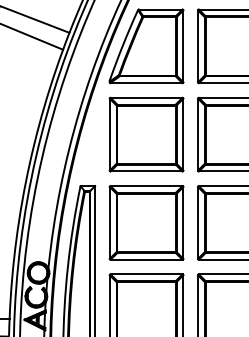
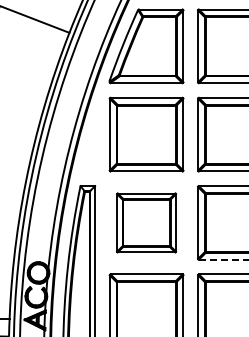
line at (32, 36): present -> none
part at (146, 222) size: 77x76 px -> 62x62 px
line at (223, 259): solid -> dashed
